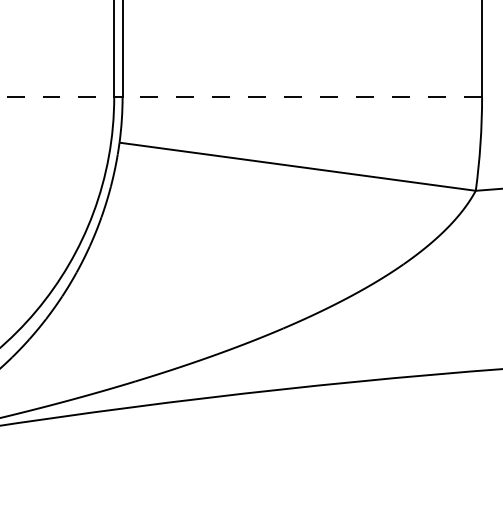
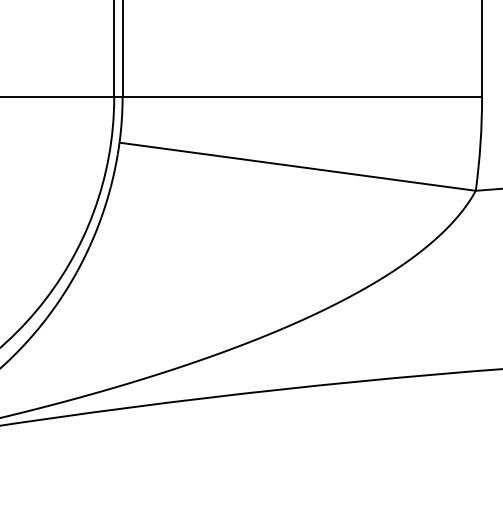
line at (57, 97): dashed -> solid
line at (302, 97): dashed -> solid
